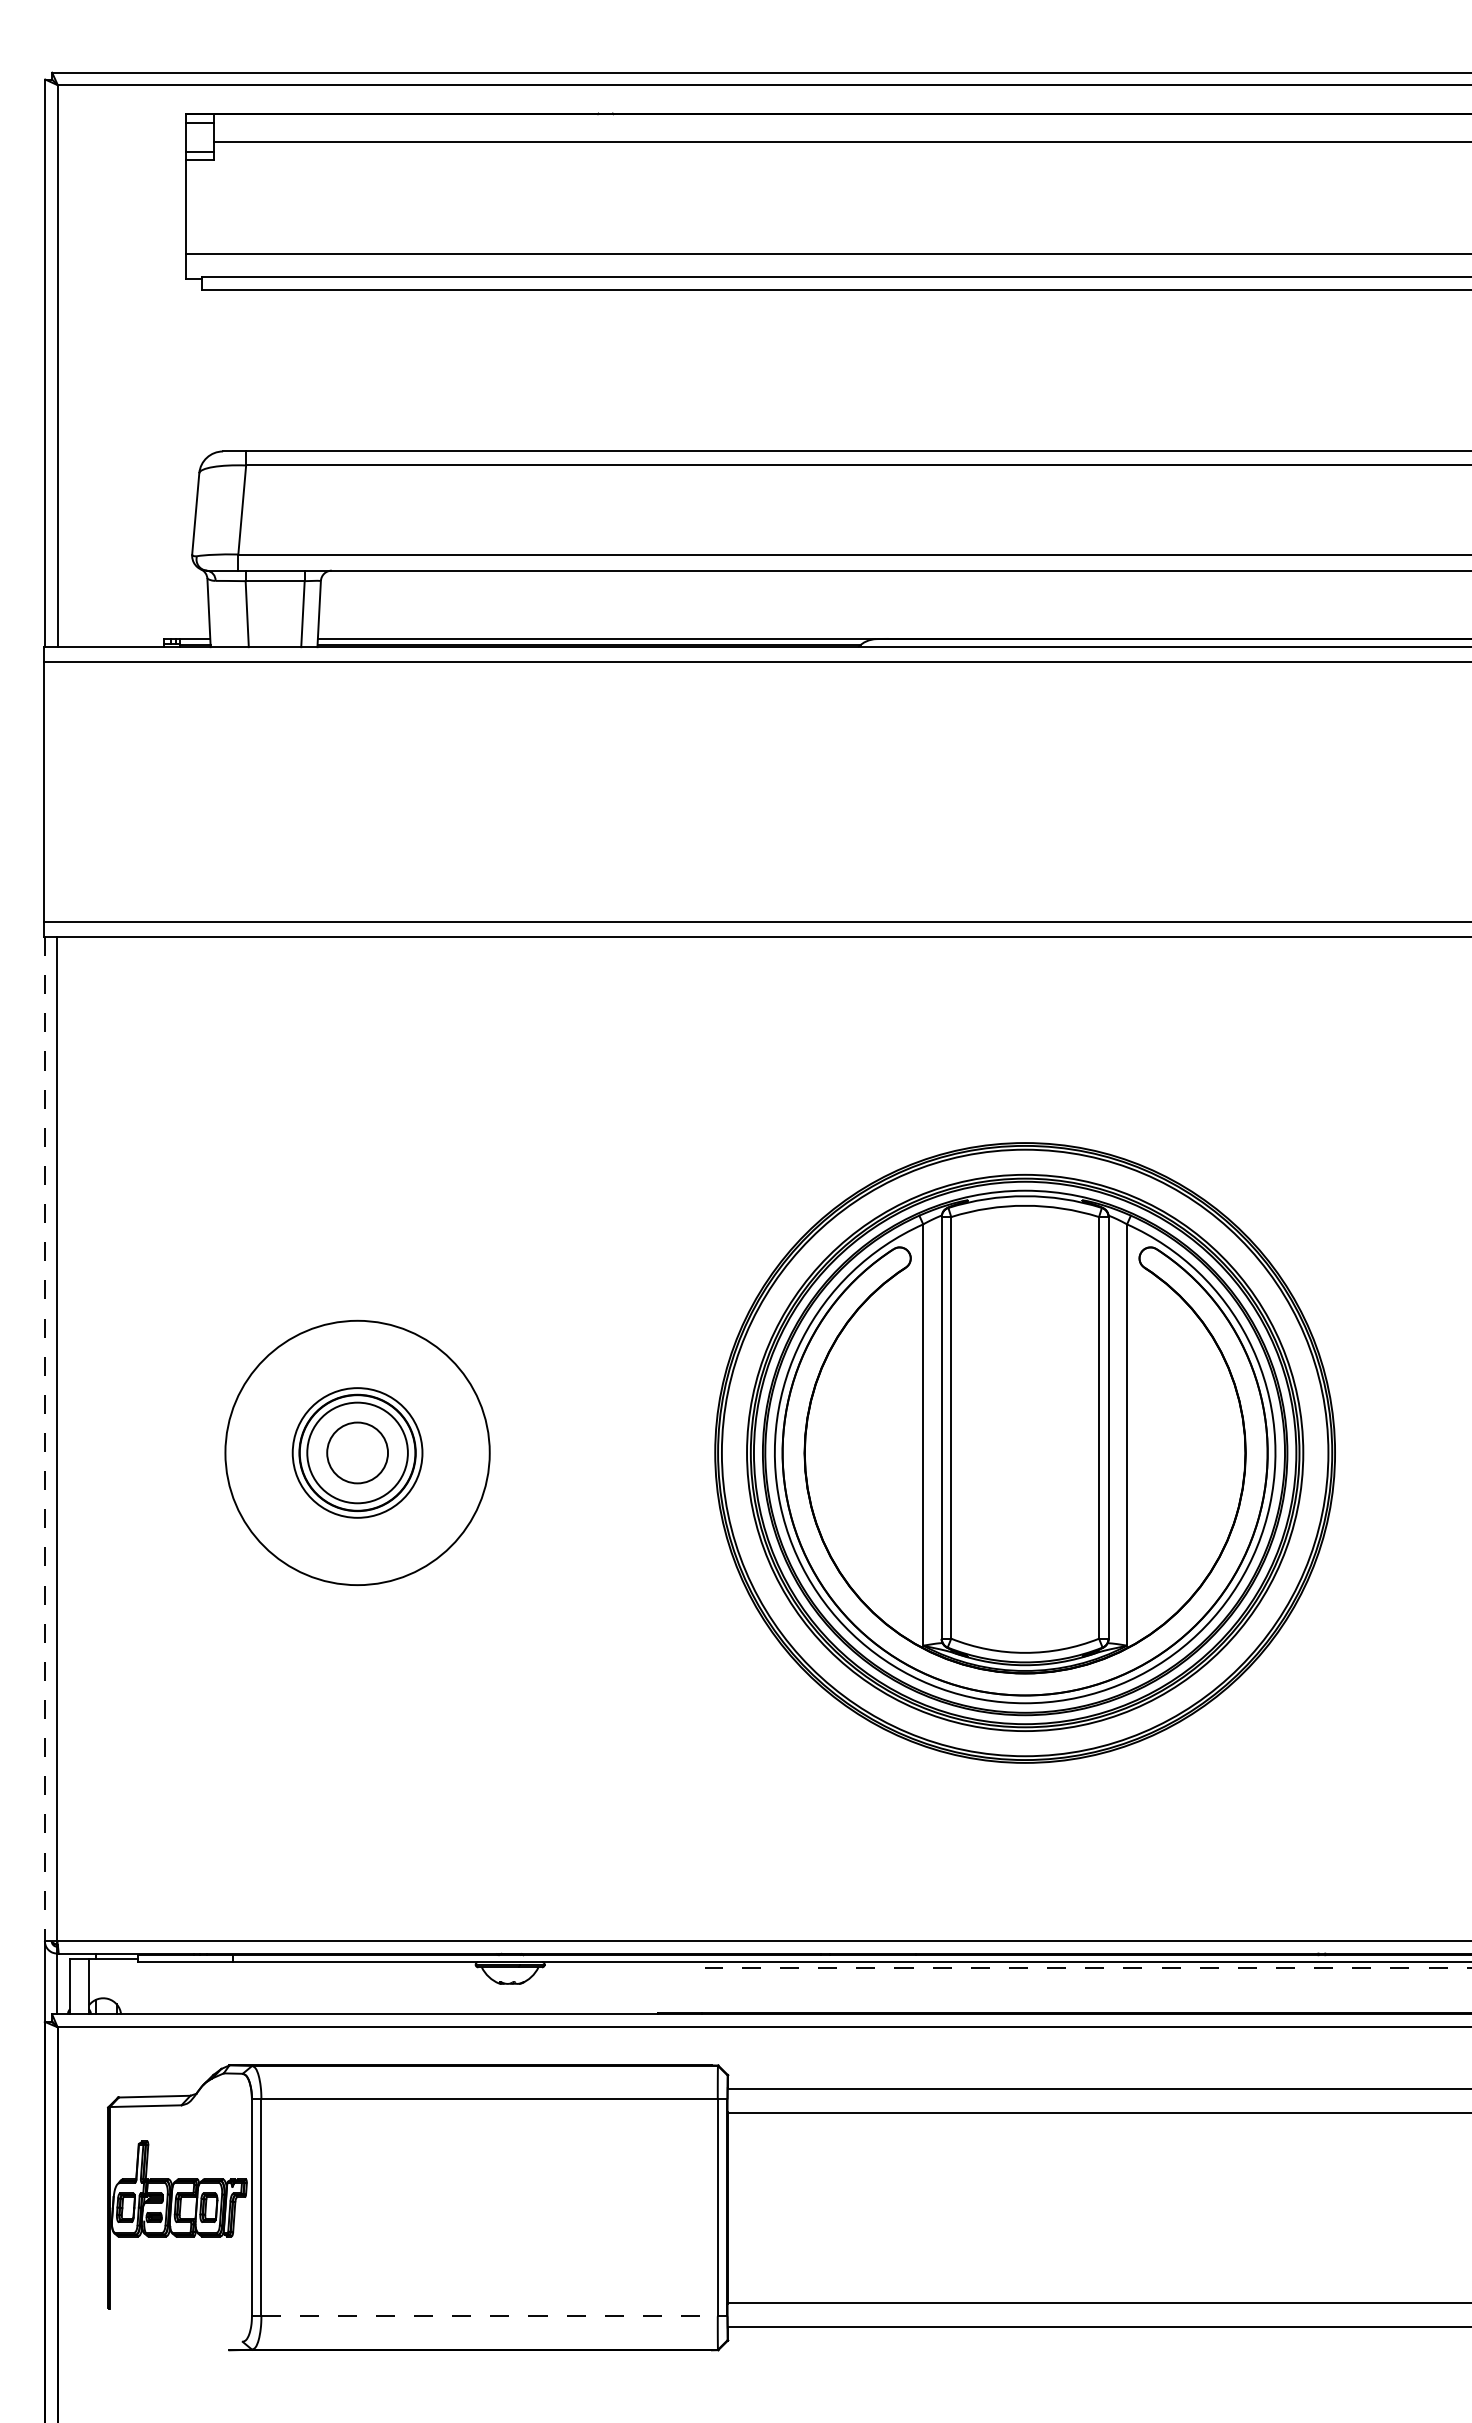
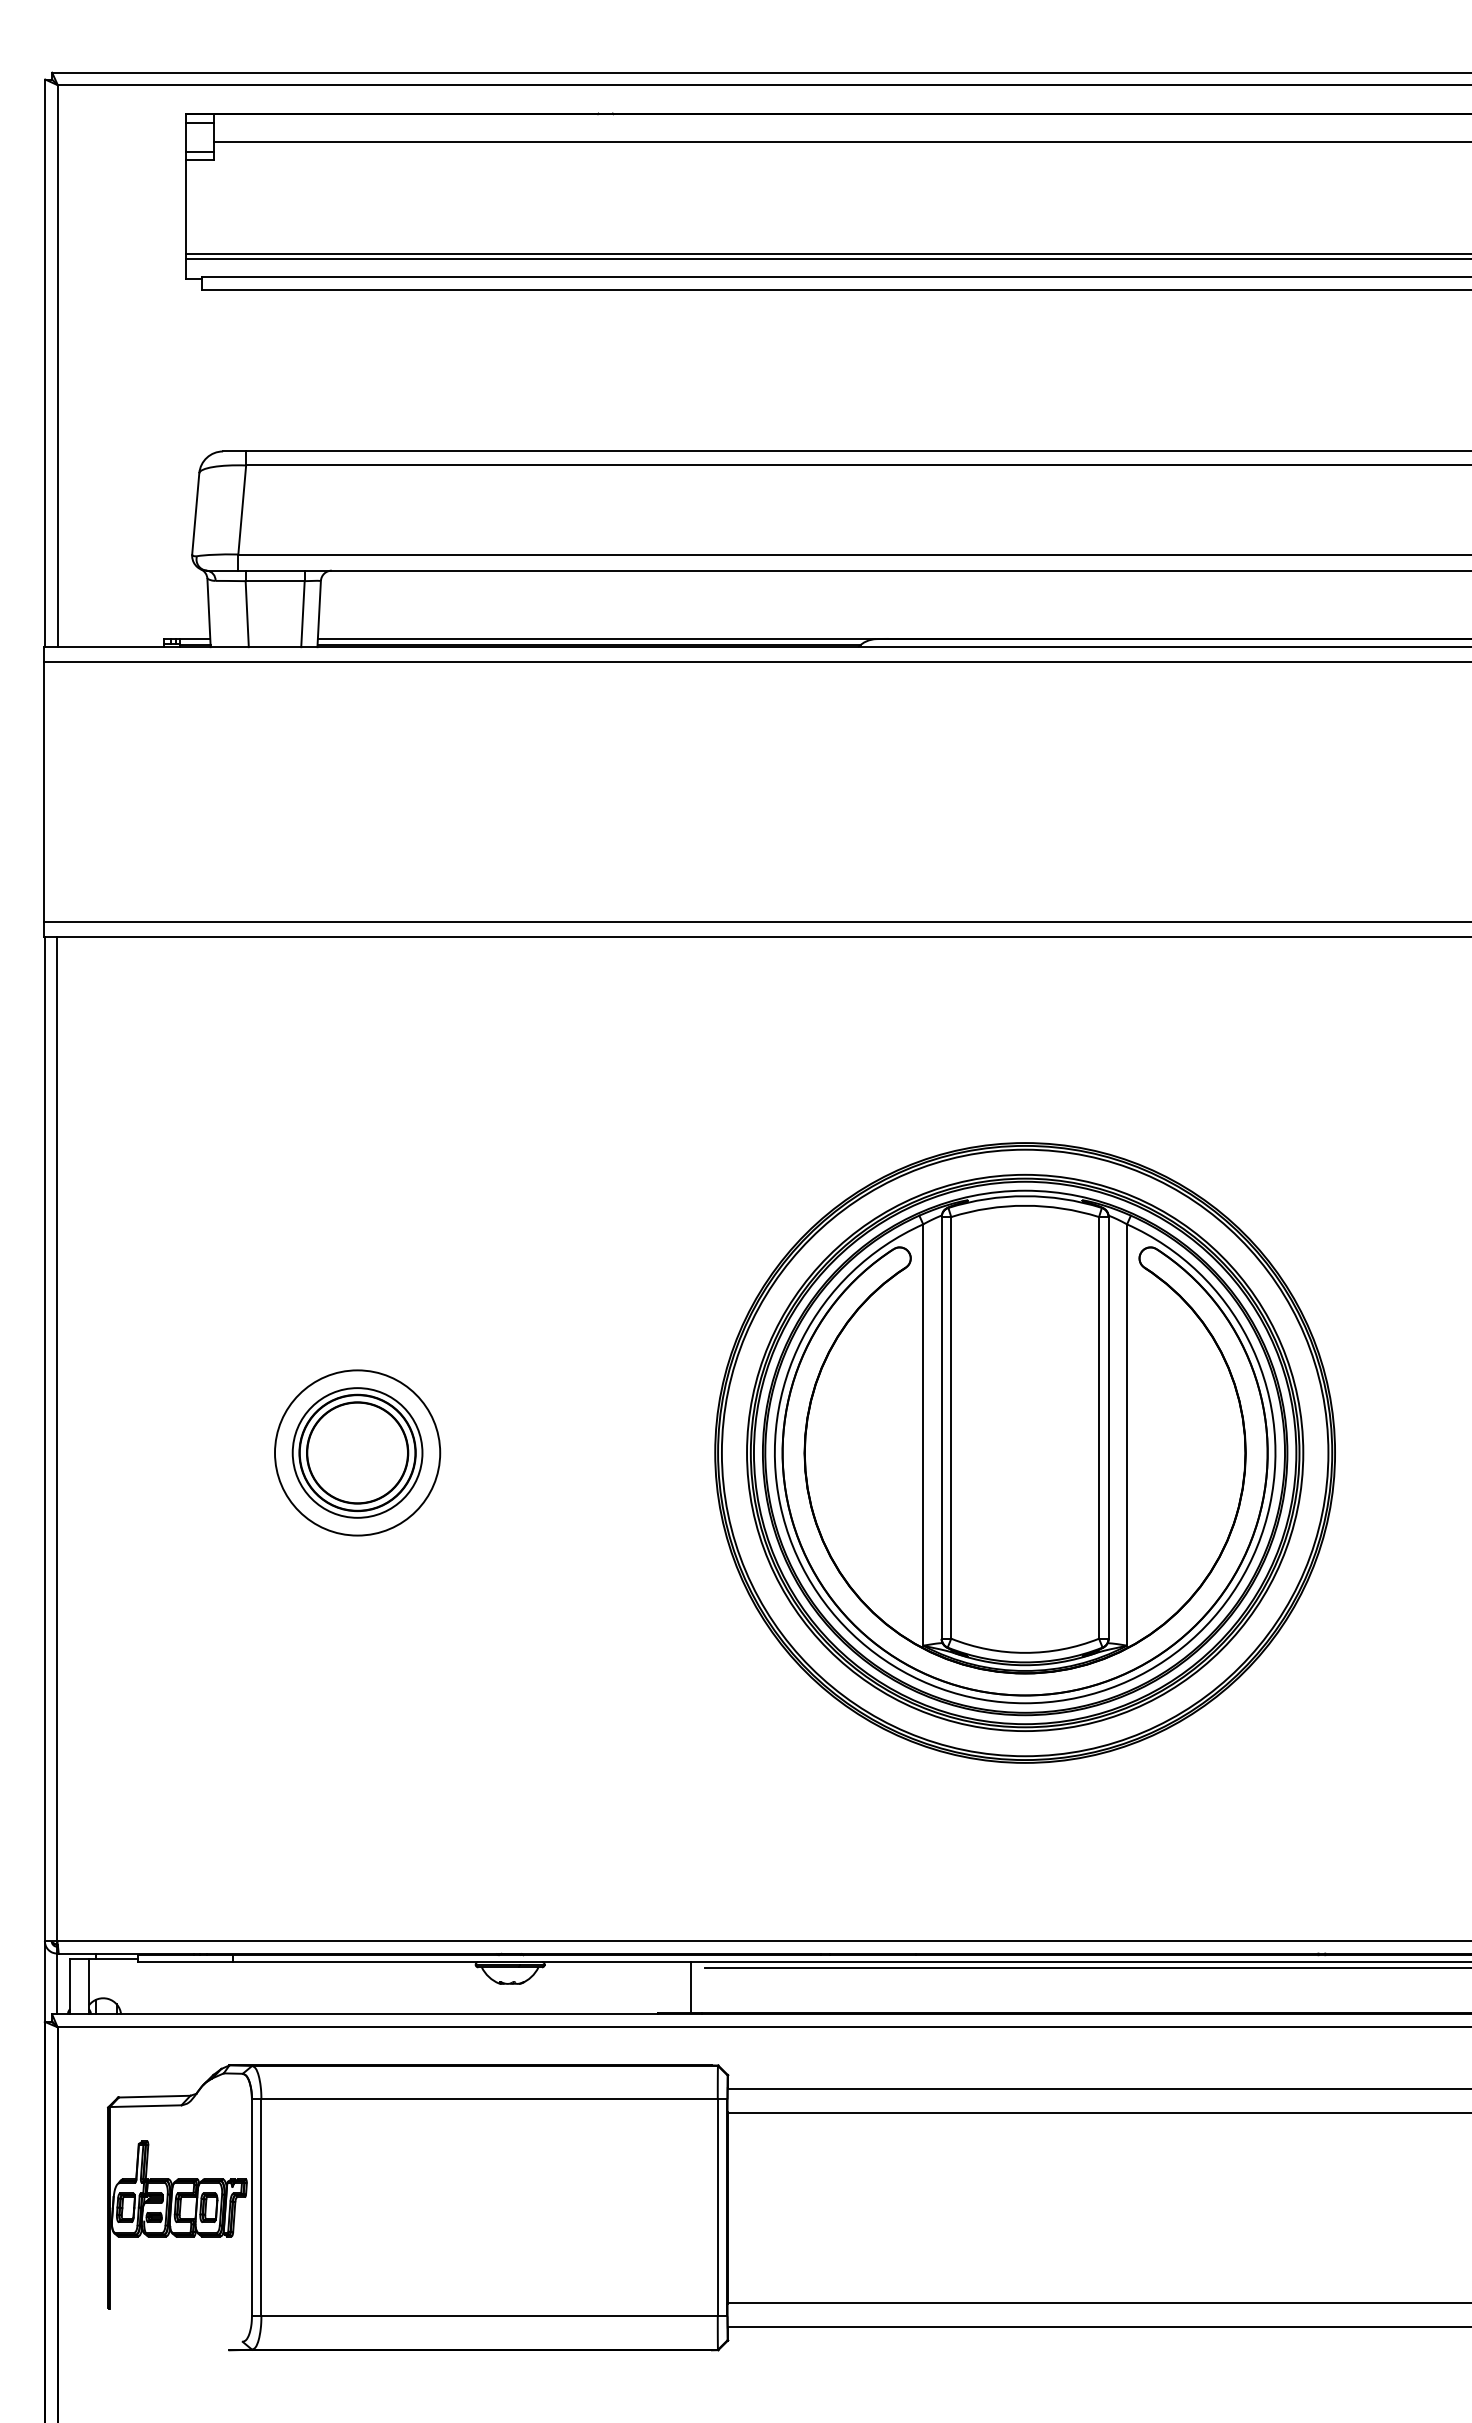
line at (826, 258): none -> present
line at (44, 1439): dashed -> solid
circle at (357, 1452) diameter: 264 px -> 165 px
circle at (357, 1452) diameter: 61 px -> 101 px
line at (1088, 1967): dashed -> solid
line at (690, 1987): none -> present
line at (490, 2316): dashed -> solid
